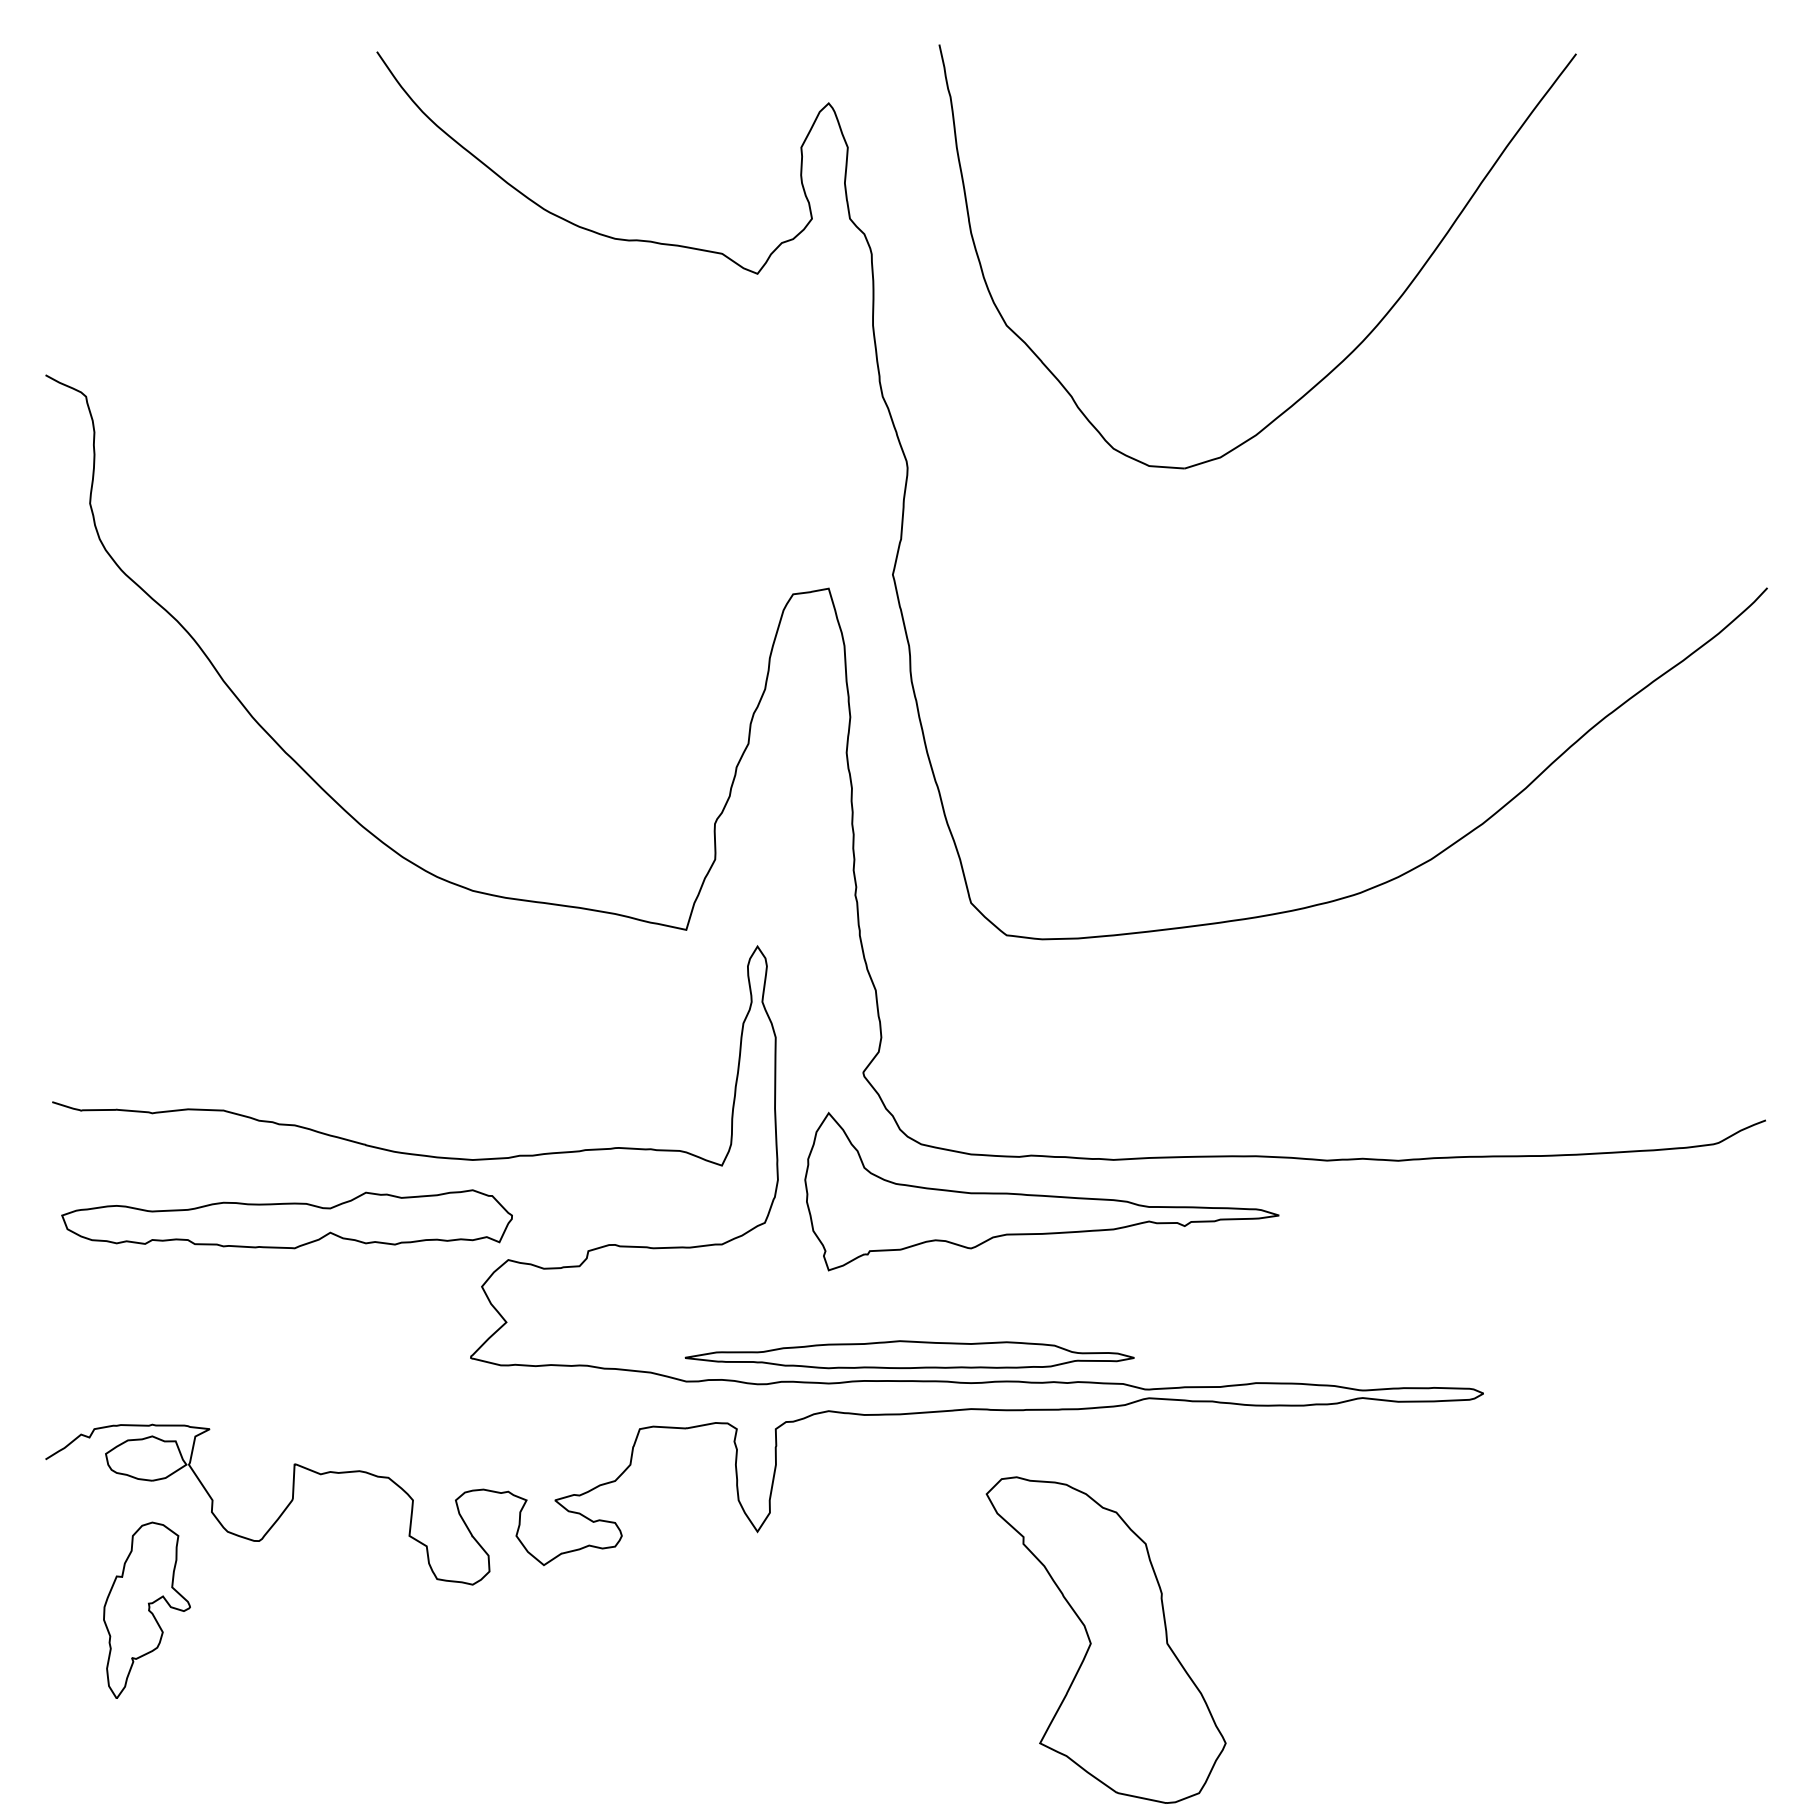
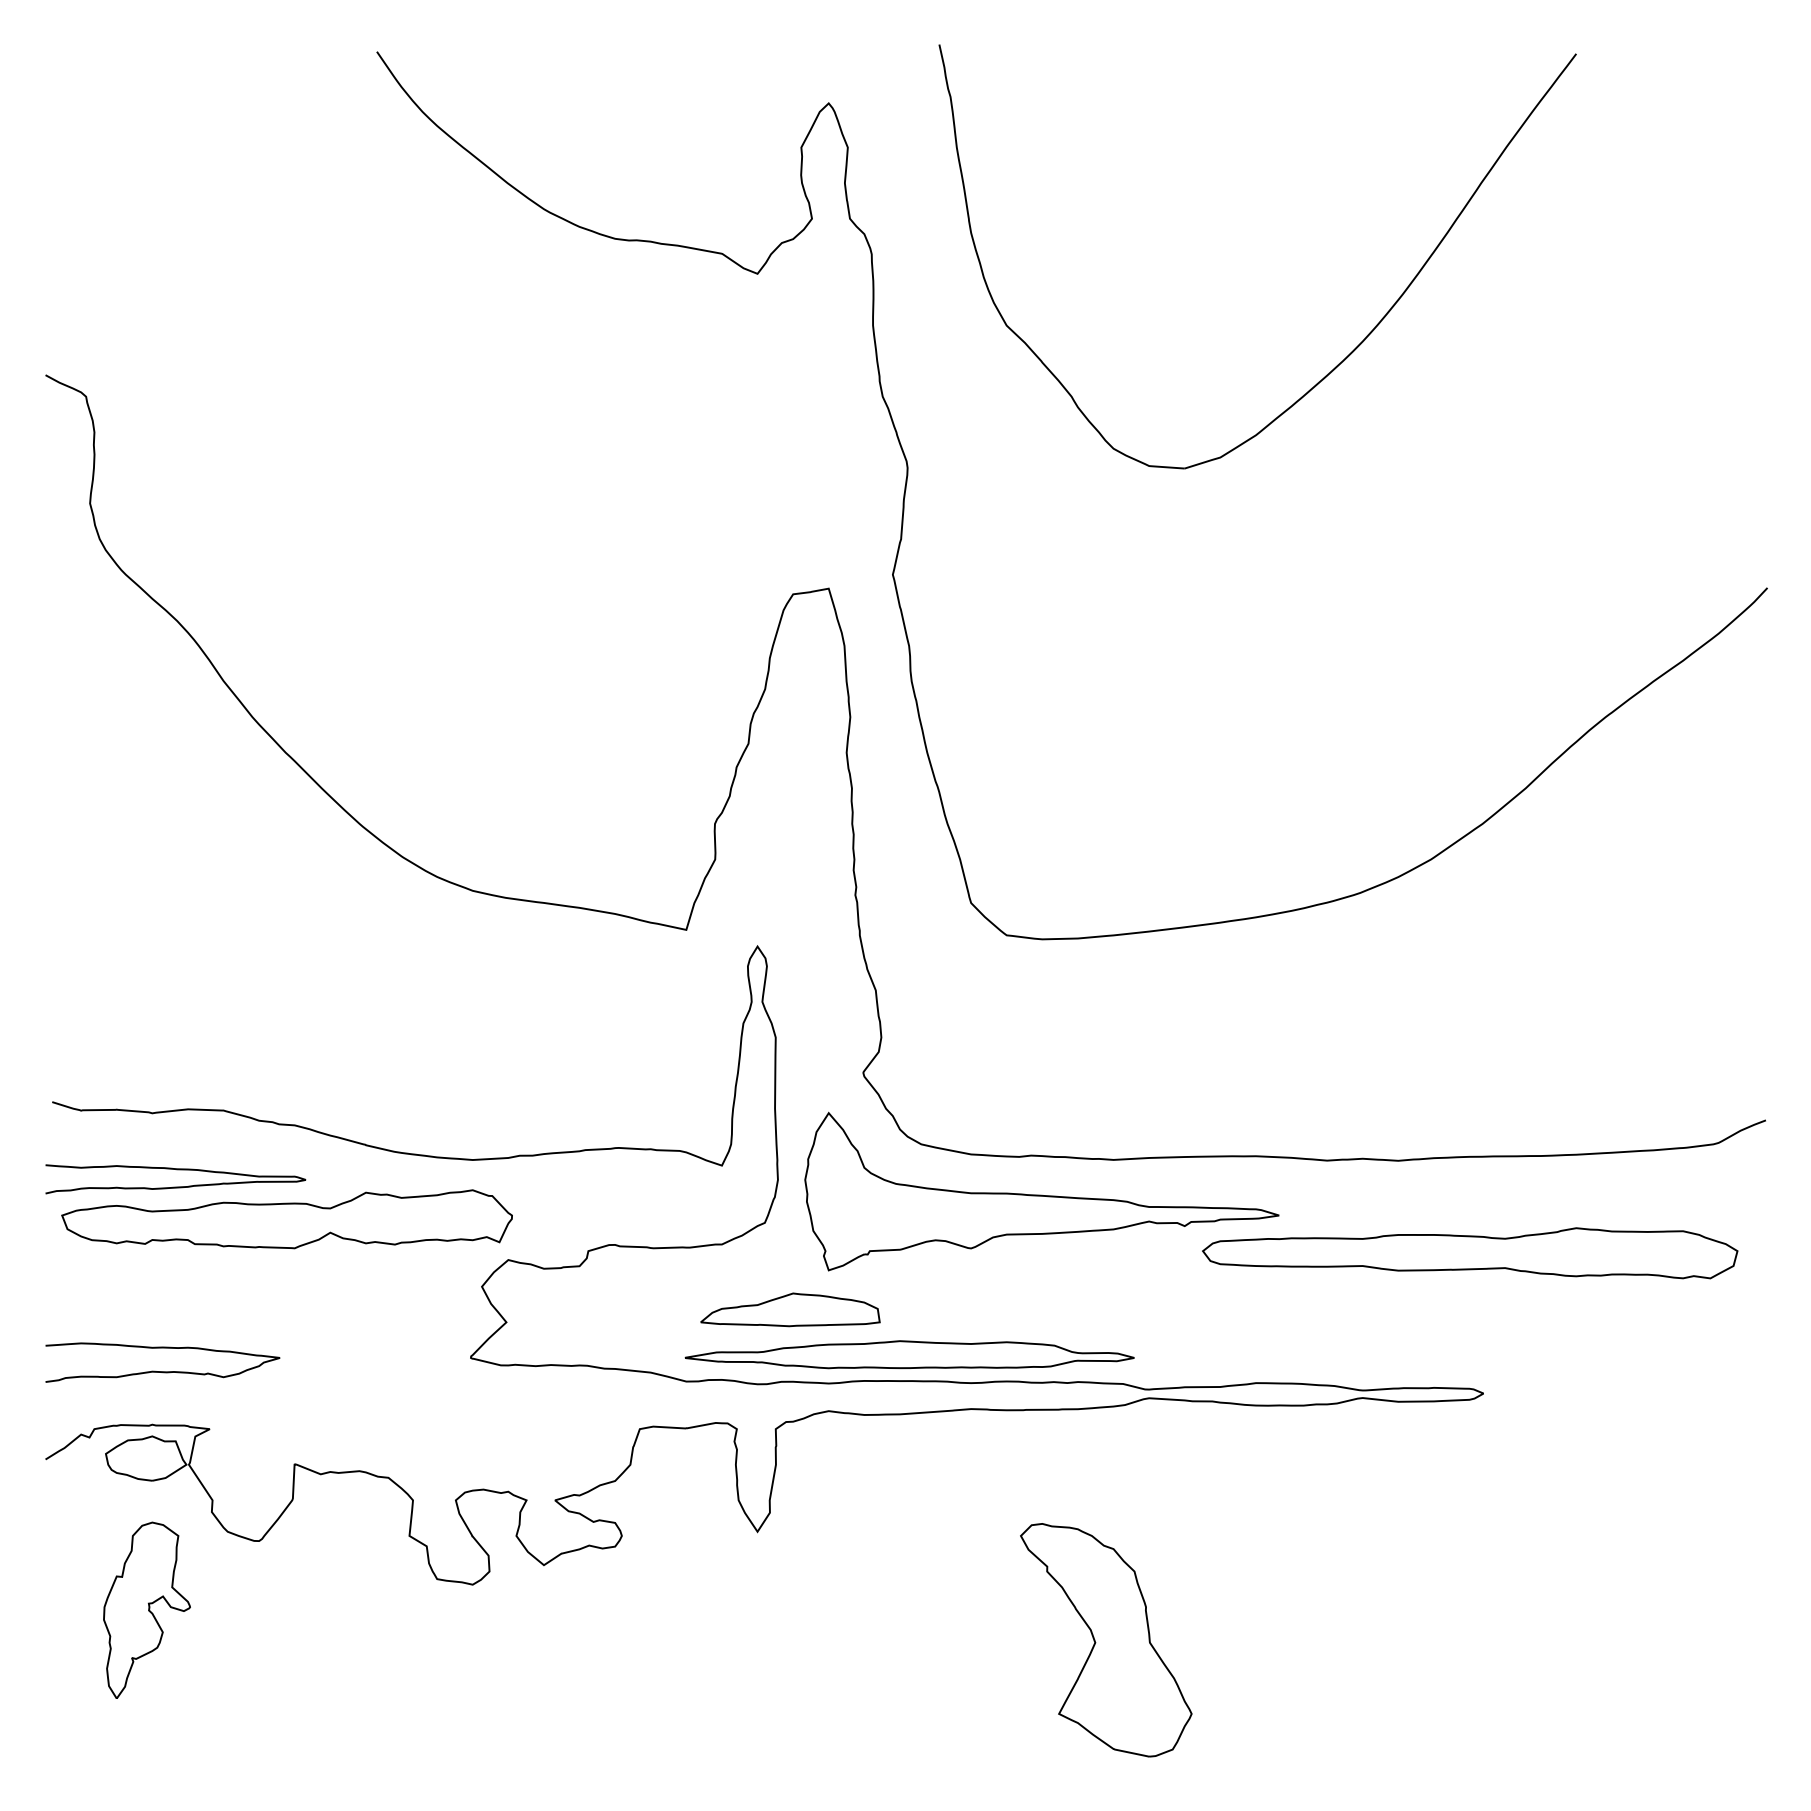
curve at (175, 1186): none -> present
part at (1470, 1253): none -> present
part at (790, 1309): none -> present
curve at (162, 1371): none -> present
part at (1105, 1639) size: 242x328 px -> 173x235 px
